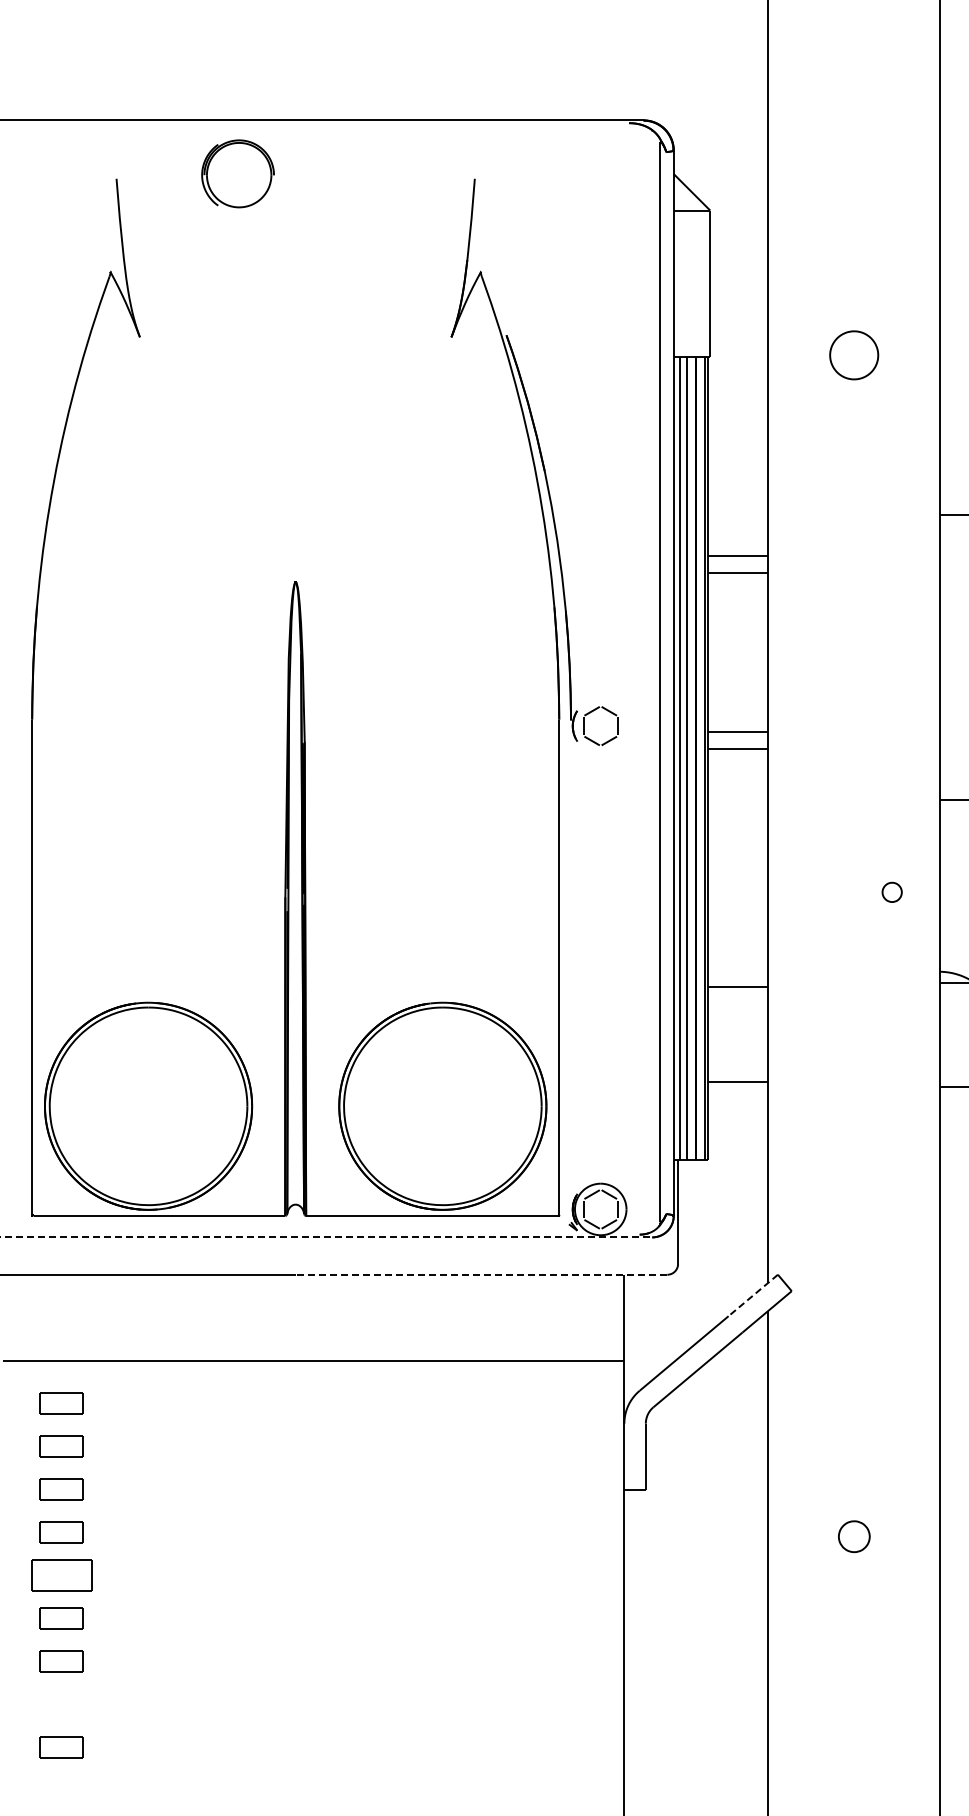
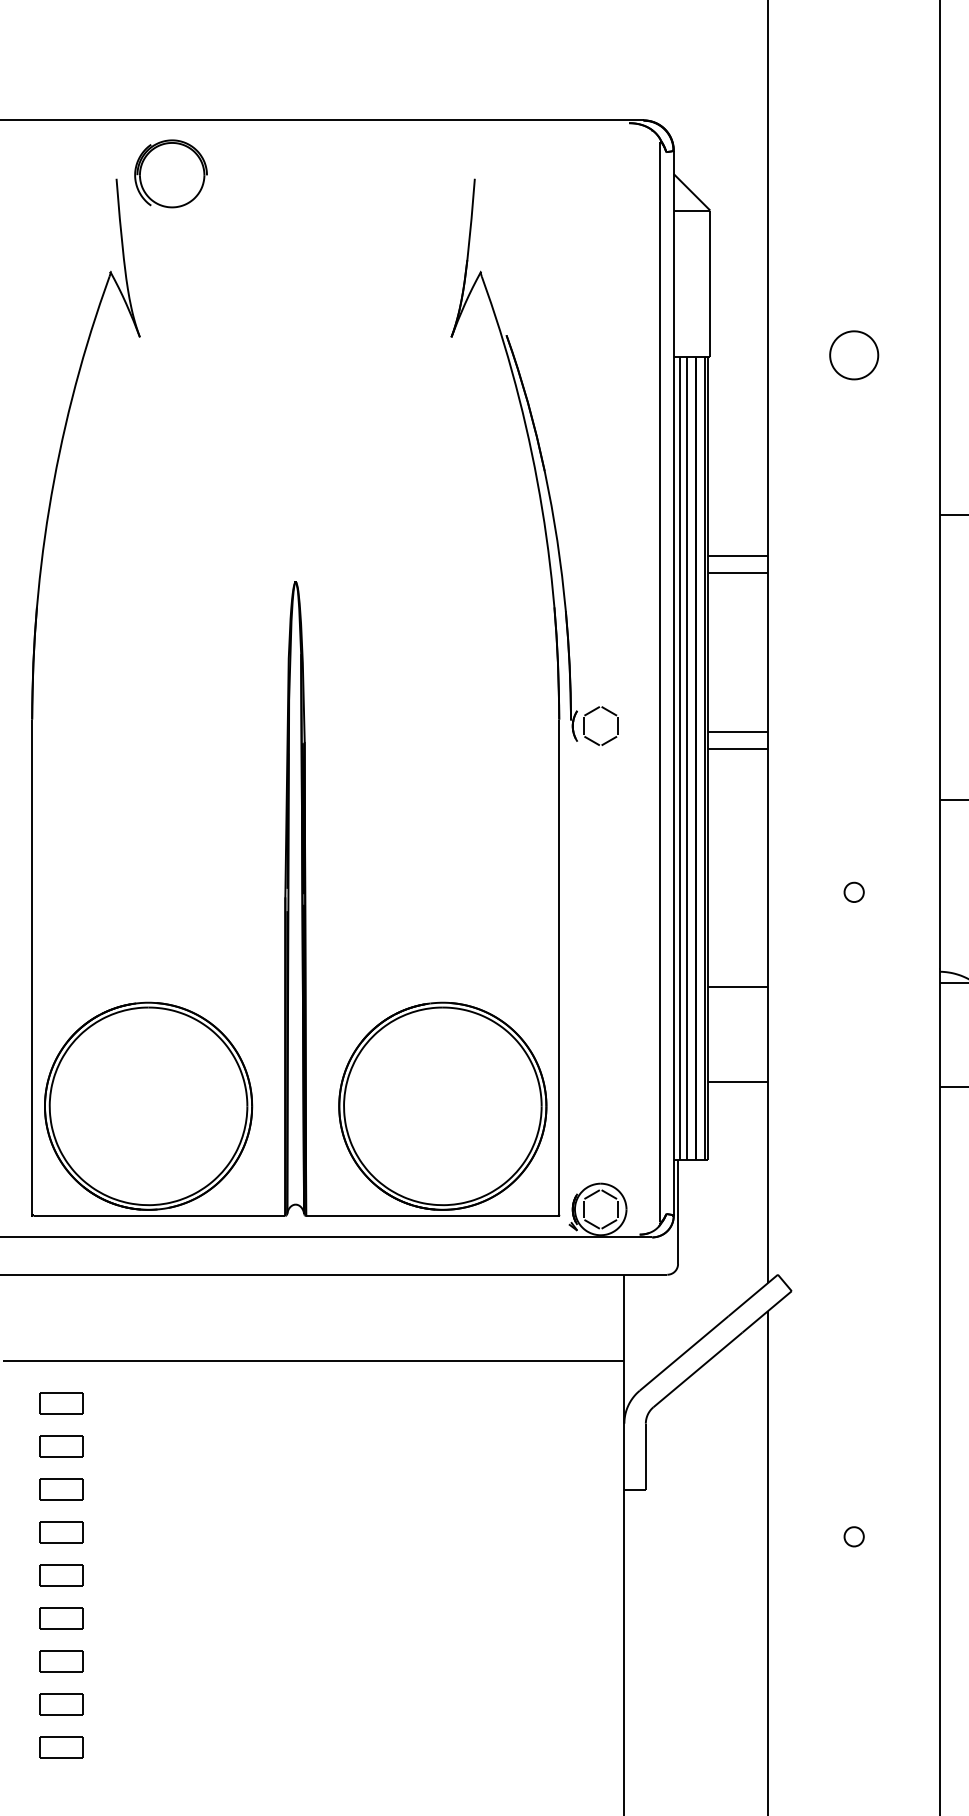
part at (237, 173) position: (237, 173) -> (170, 173)
part at (891, 891) position: (891, 891) -> (853, 891)
line at (326, 1237): dashed -> solid
line at (481, 1274): dashed -> solid
line at (752, 1295): dashed -> solid
part at (854, 1536) size: 33x33 px -> 22x22 px
part at (61, 1575) size: 62x33 px -> 45x23 px
part at (61, 1704): none -> present
